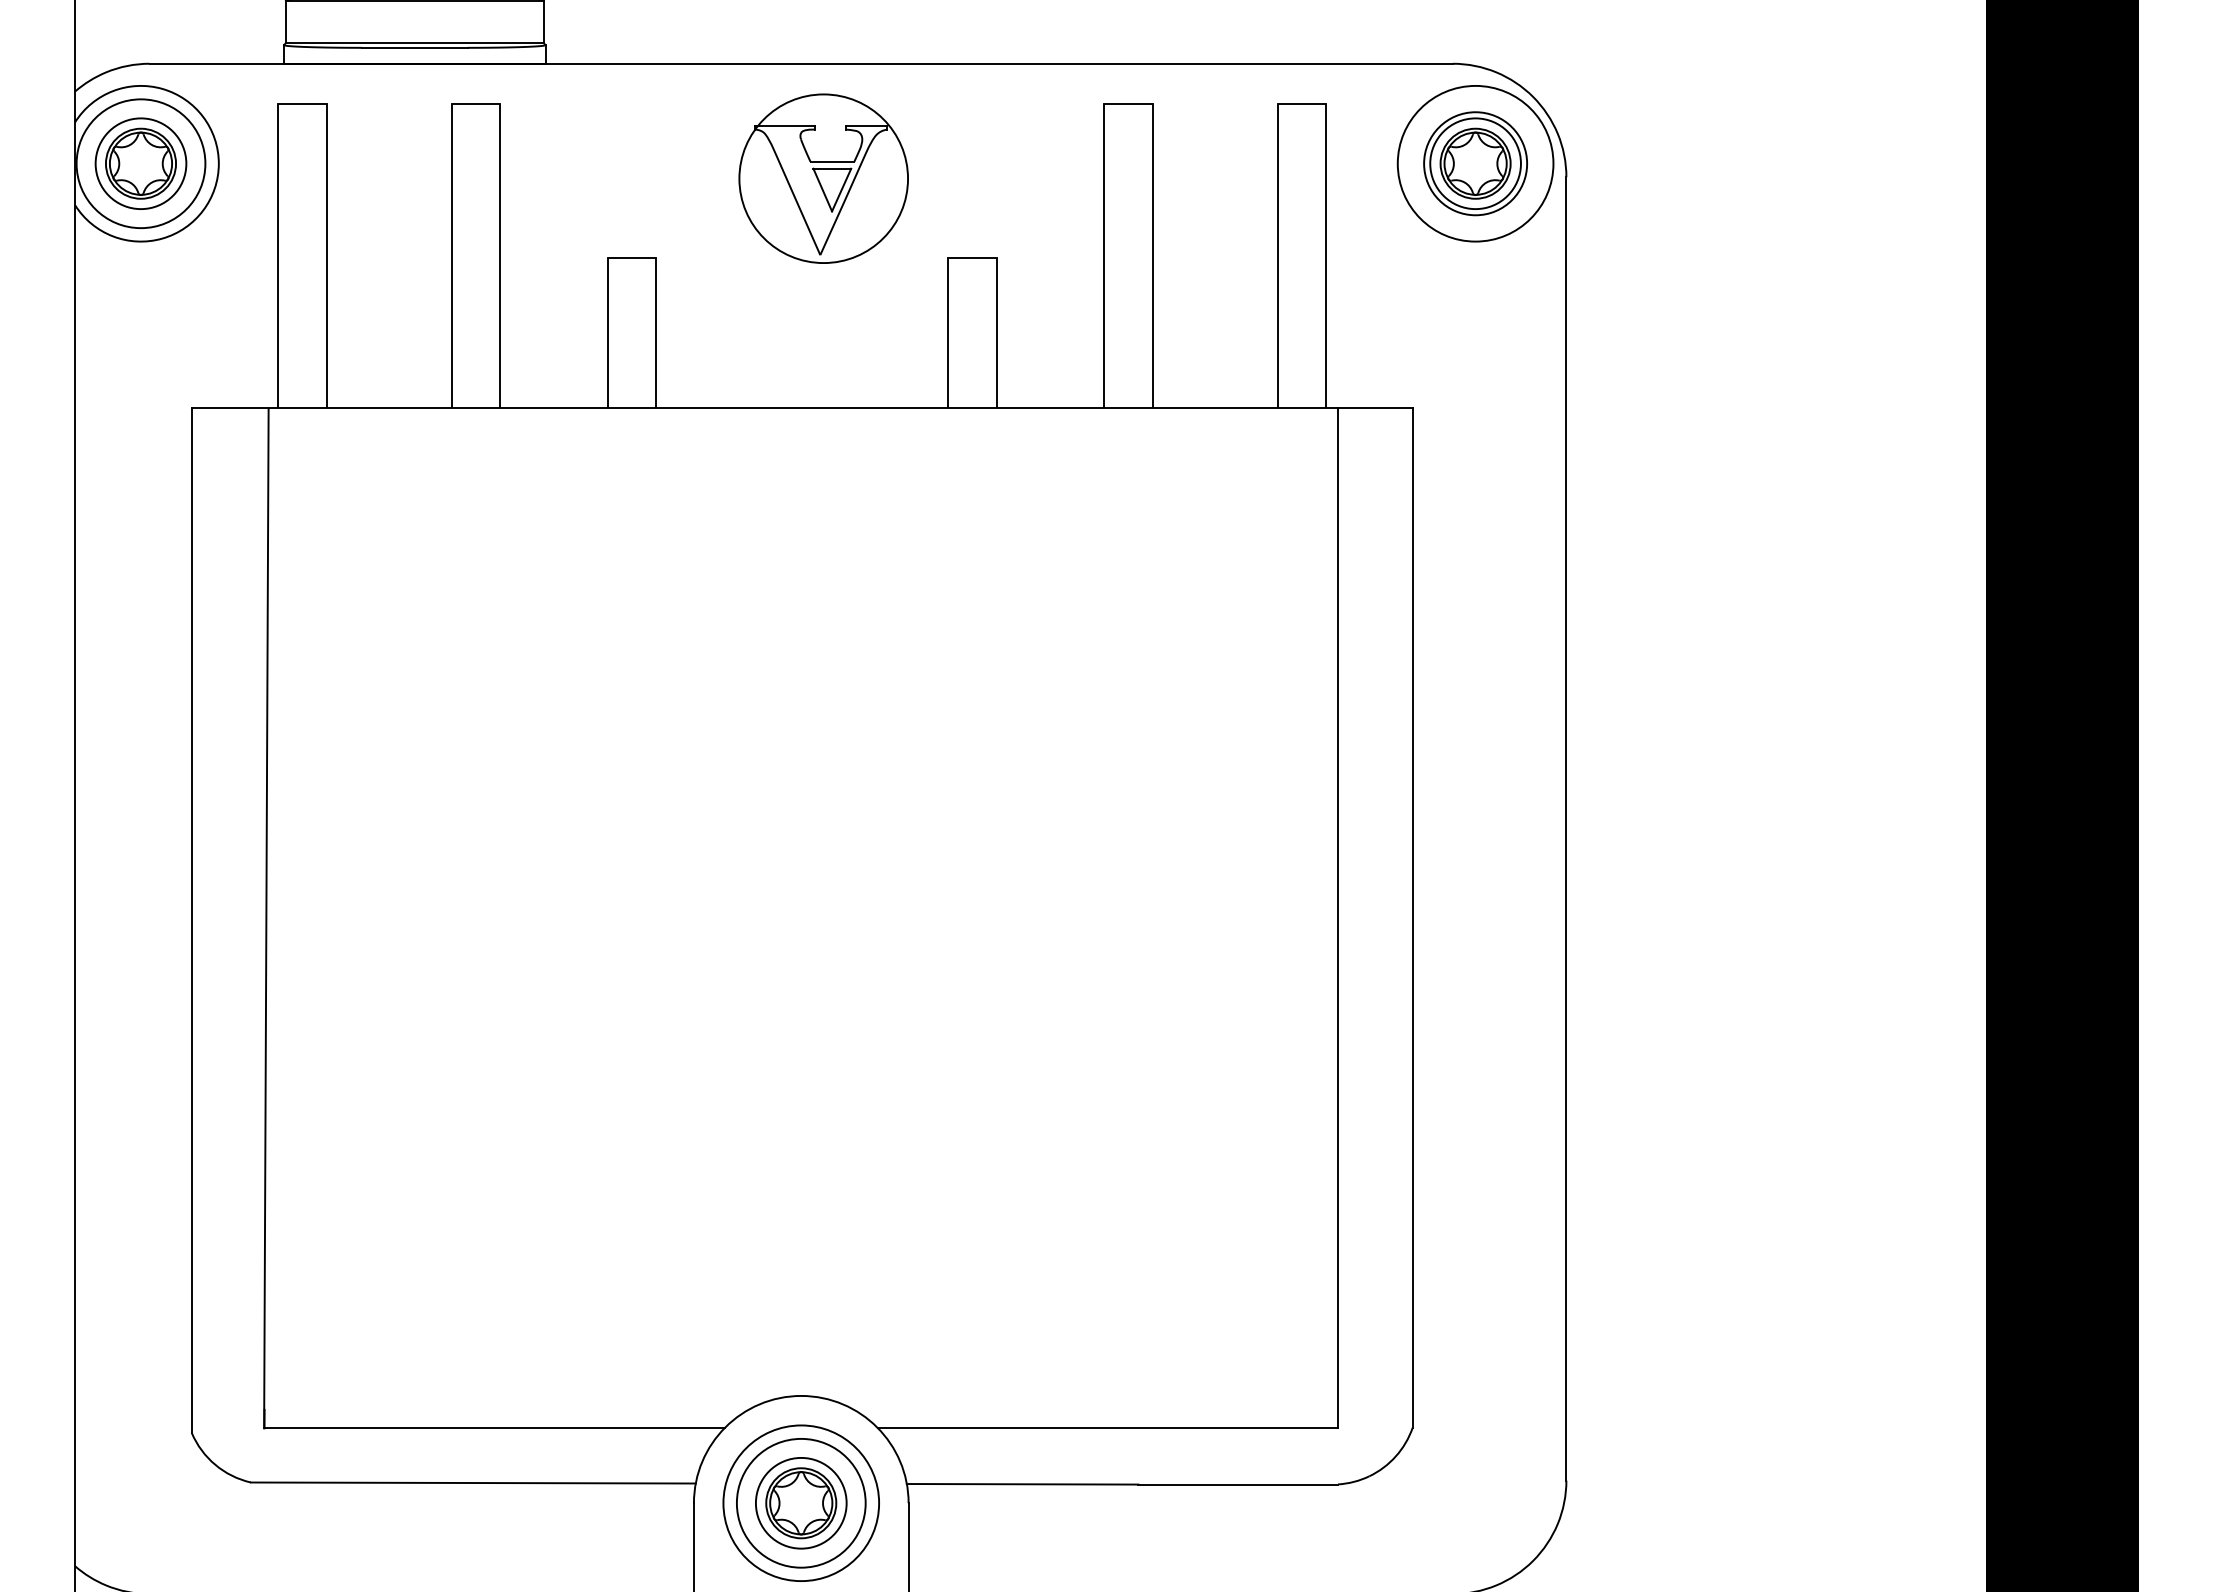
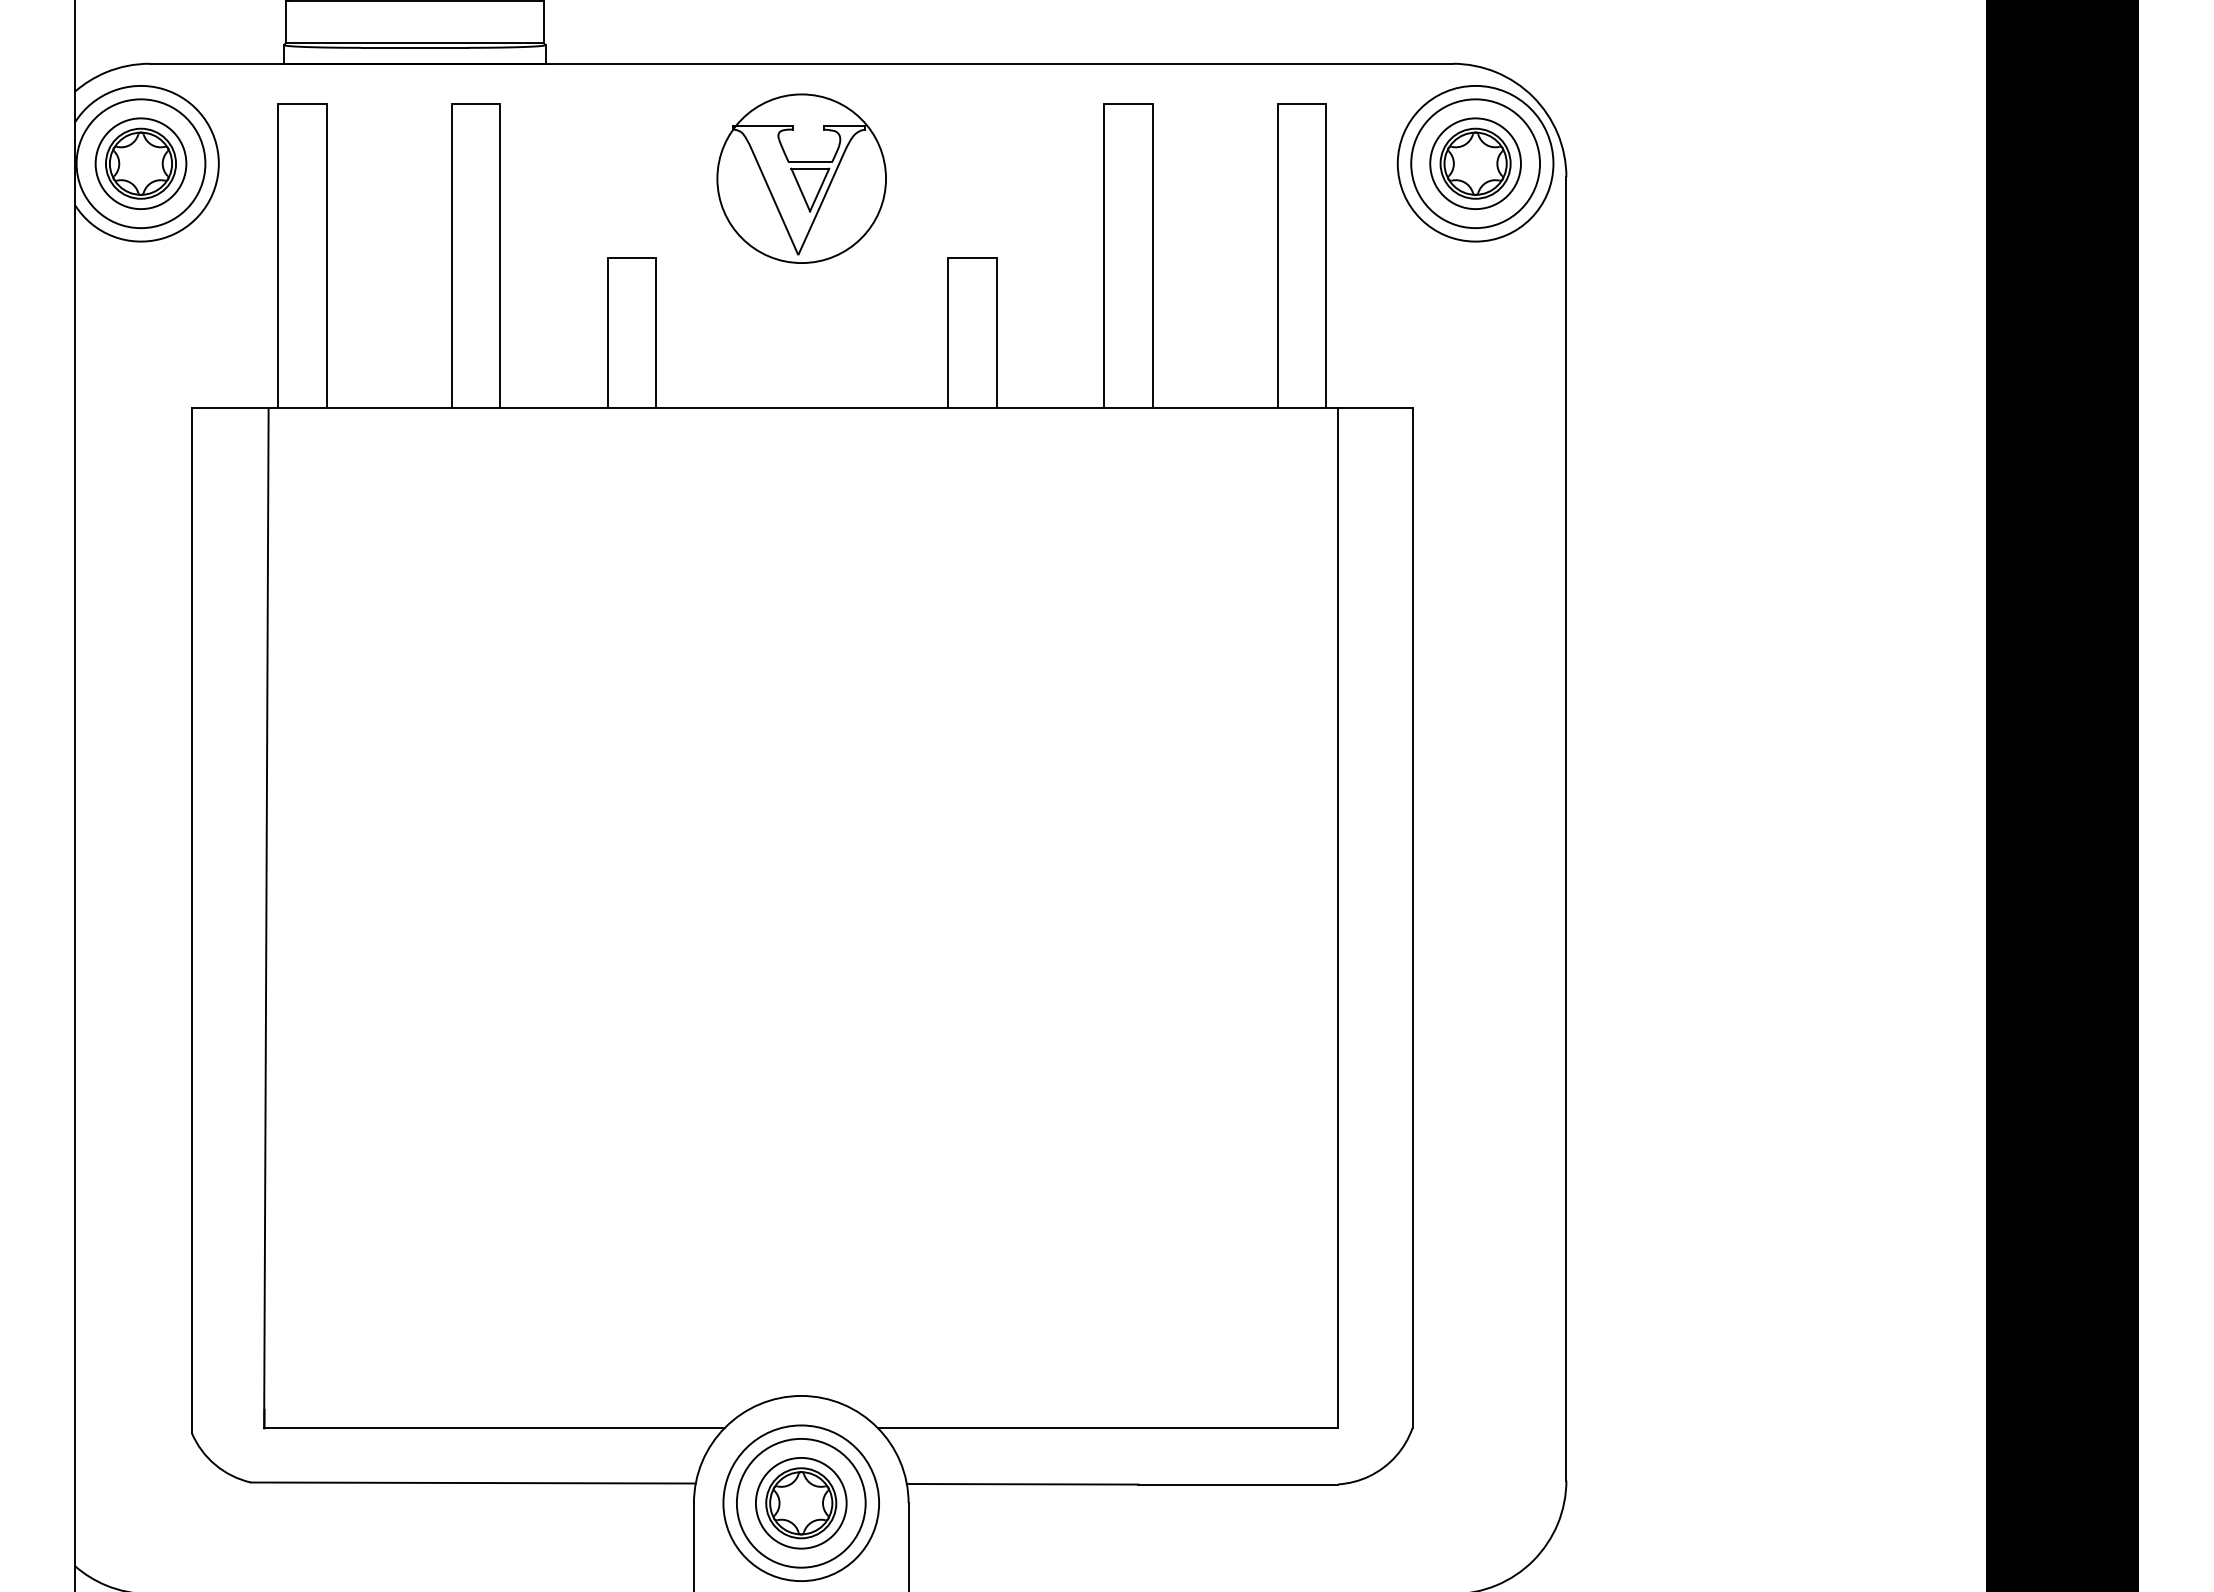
circle at (1475, 163) diameter: 103 px -> 129 px
part at (823, 178) position: (823, 178) -> (801, 178)
